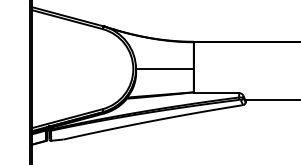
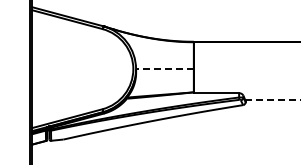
line at (164, 69): solid -> dashed
line at (273, 100): solid -> dashed
